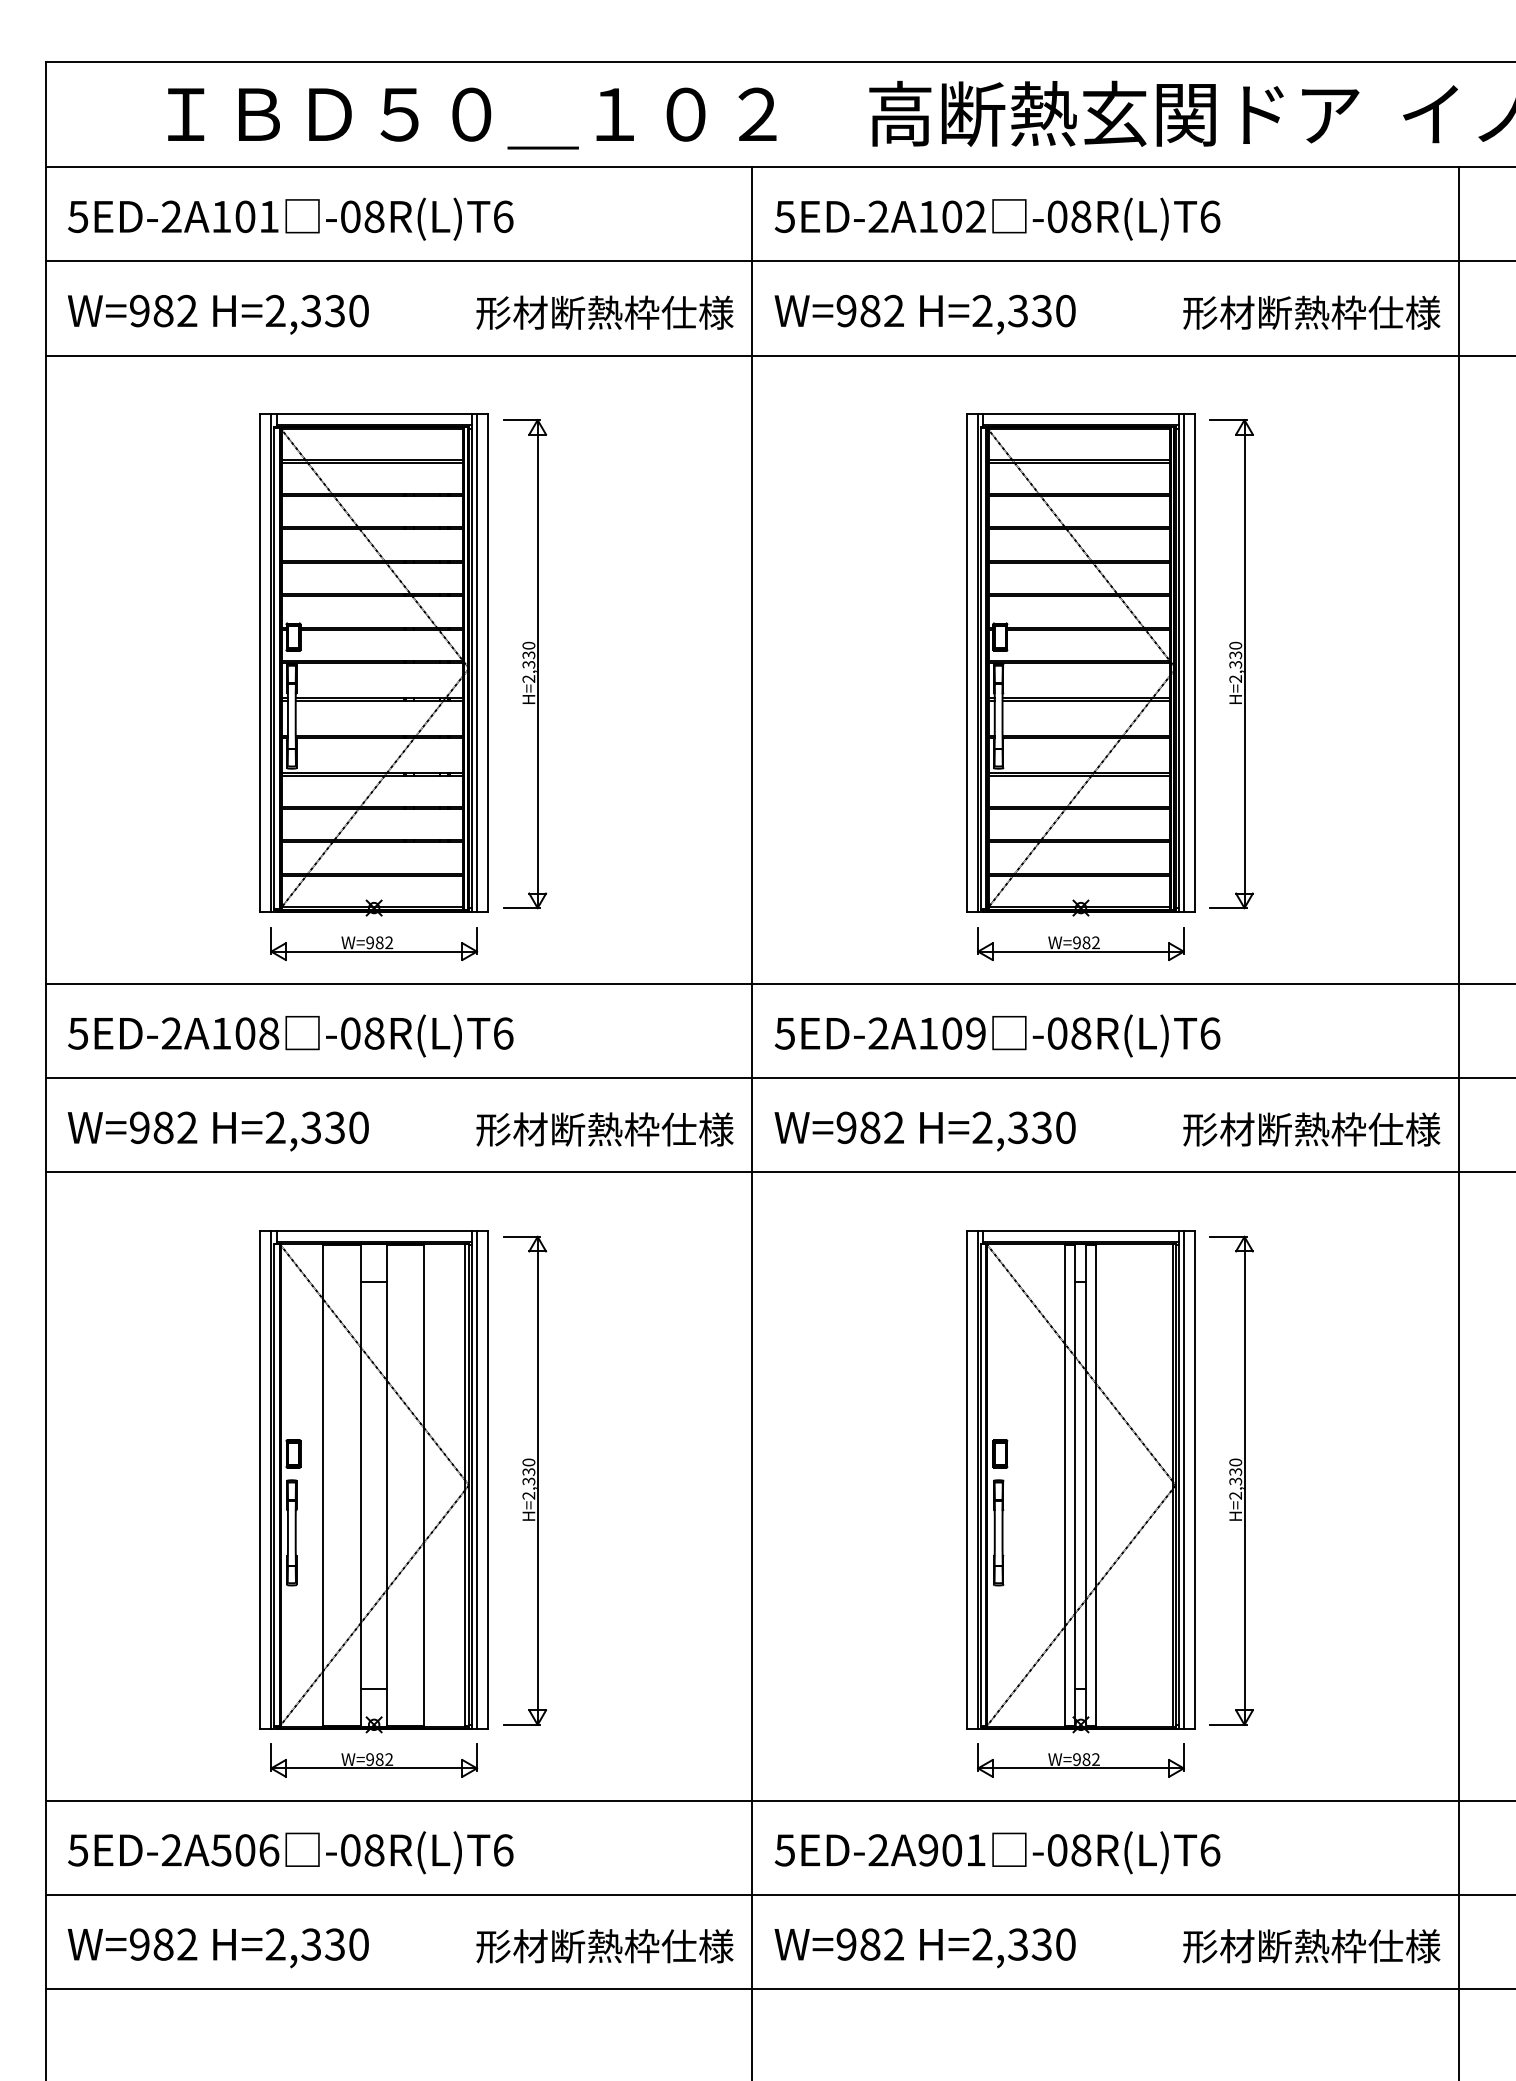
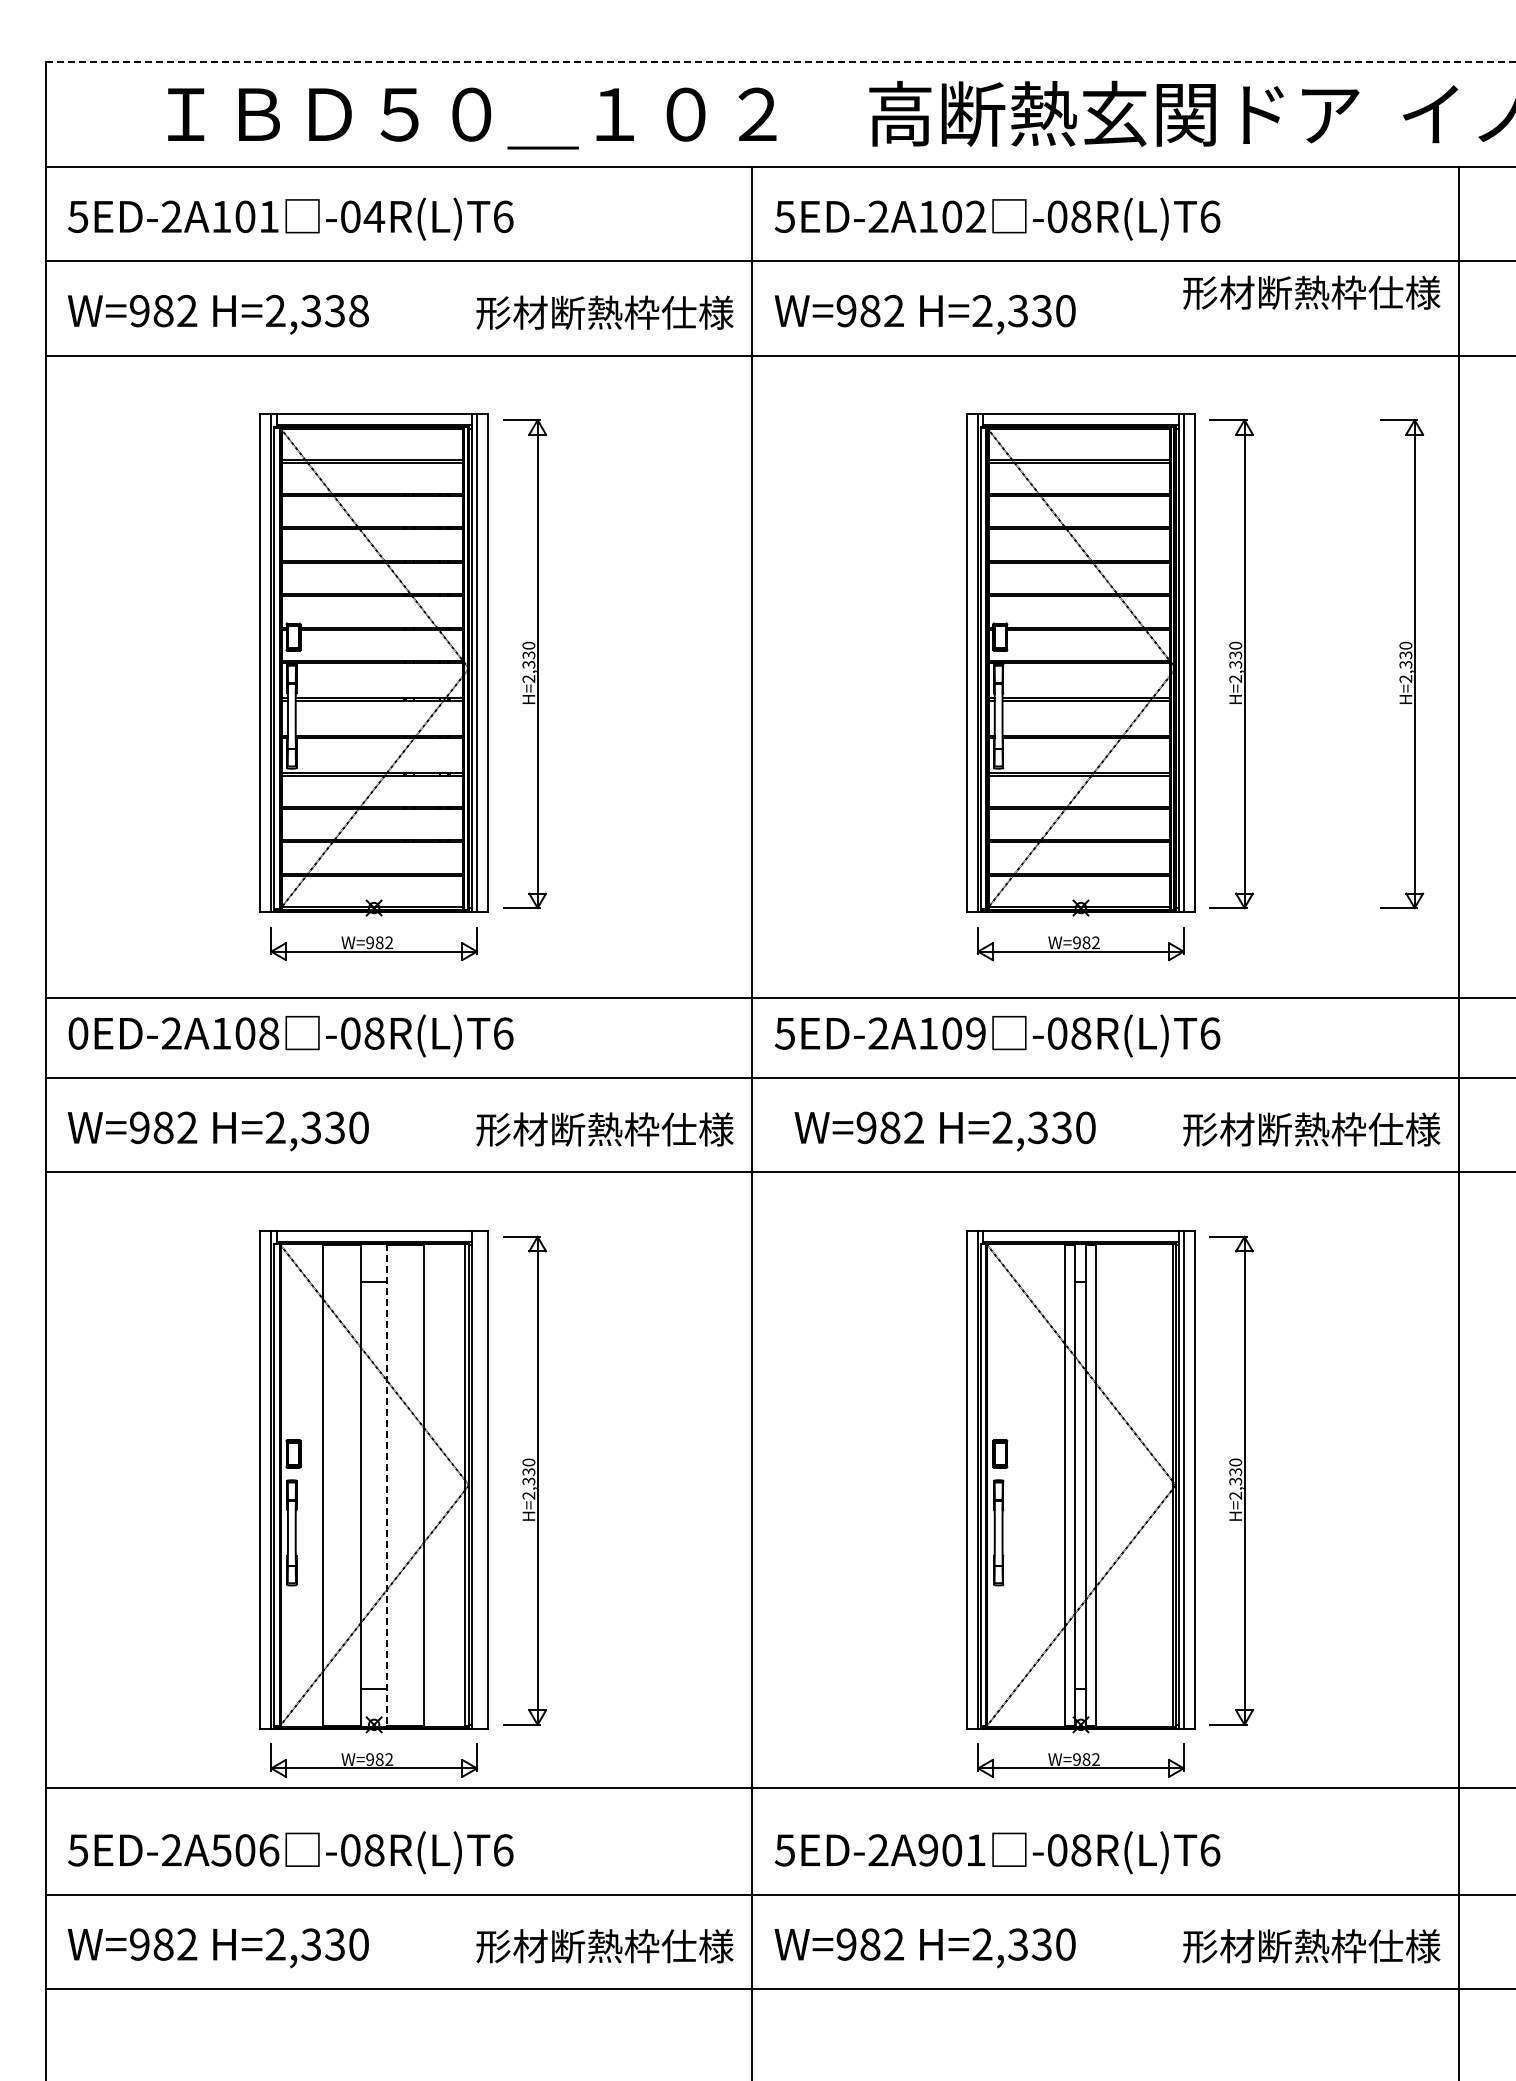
line at (780, 62): solid -> dashed
text at (374, 216): -08R(L)T6 -> -04R(L)T6
text at (358, 310): H=2,330 -> H=2,338
text at (1311, 312) position: (1311, 312) -> (1311, 292)
part at (1402, 664): none -> present
line at (778, 983) position: (778, 983) -> (778, 997)
text at (78, 1033): 5ED-2A108 -> 0ED-2A108
text at (924, 1131) position: (924, 1131) -> (944, 1131)
line at (477, 1479): present -> none
line at (386, 1485): solid -> dashed
line at (778, 1800) position: (778, 1800) -> (778, 1787)
